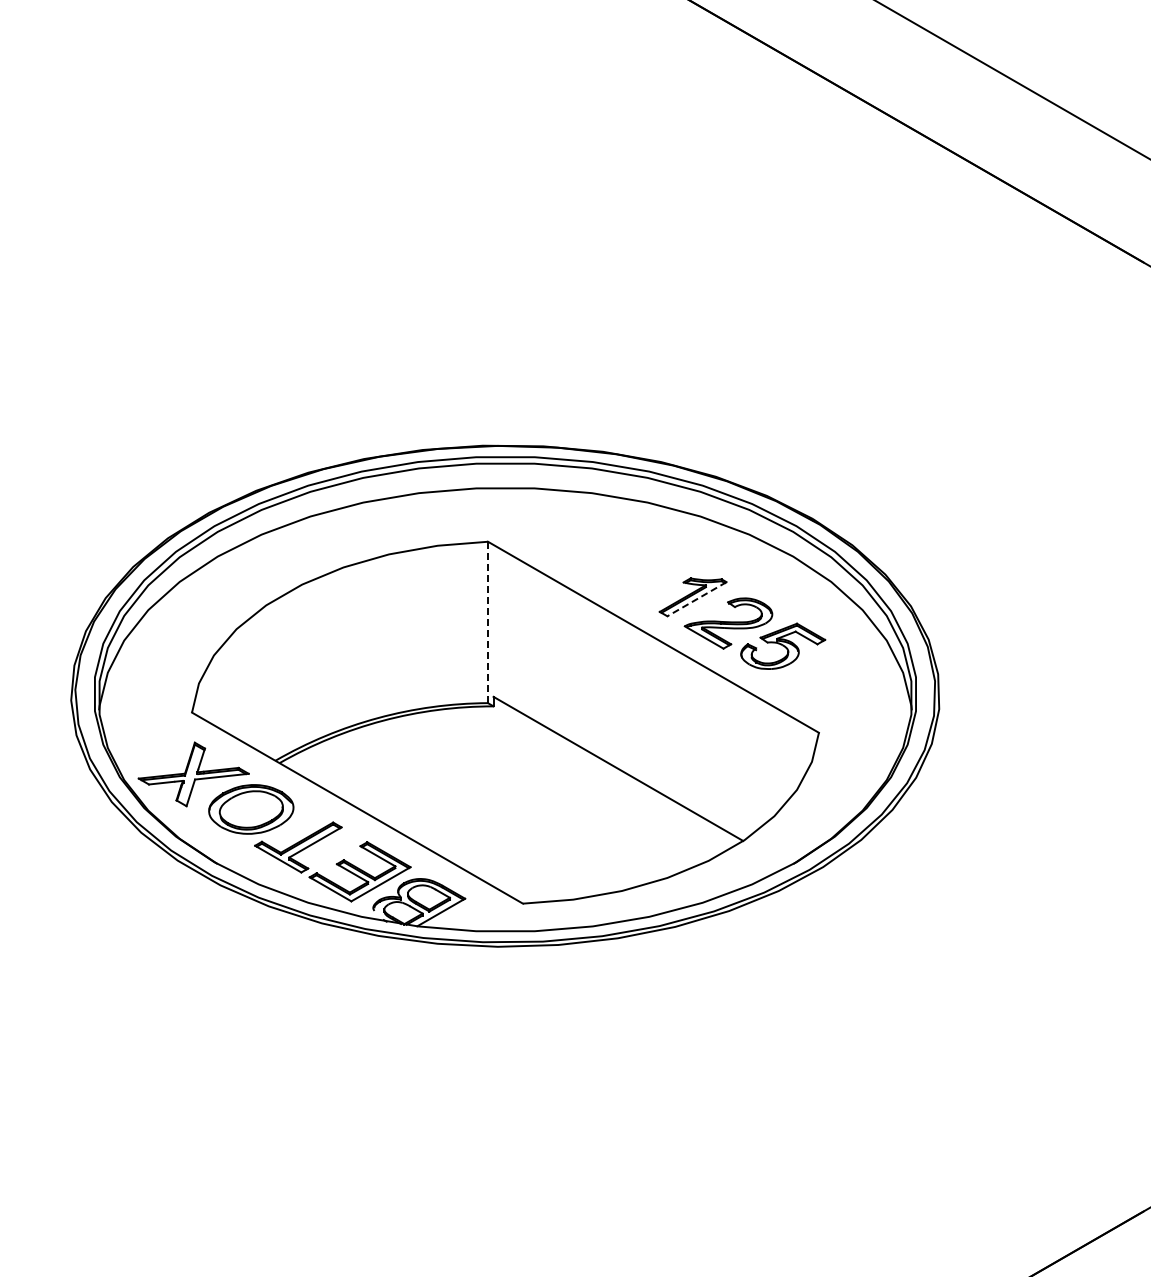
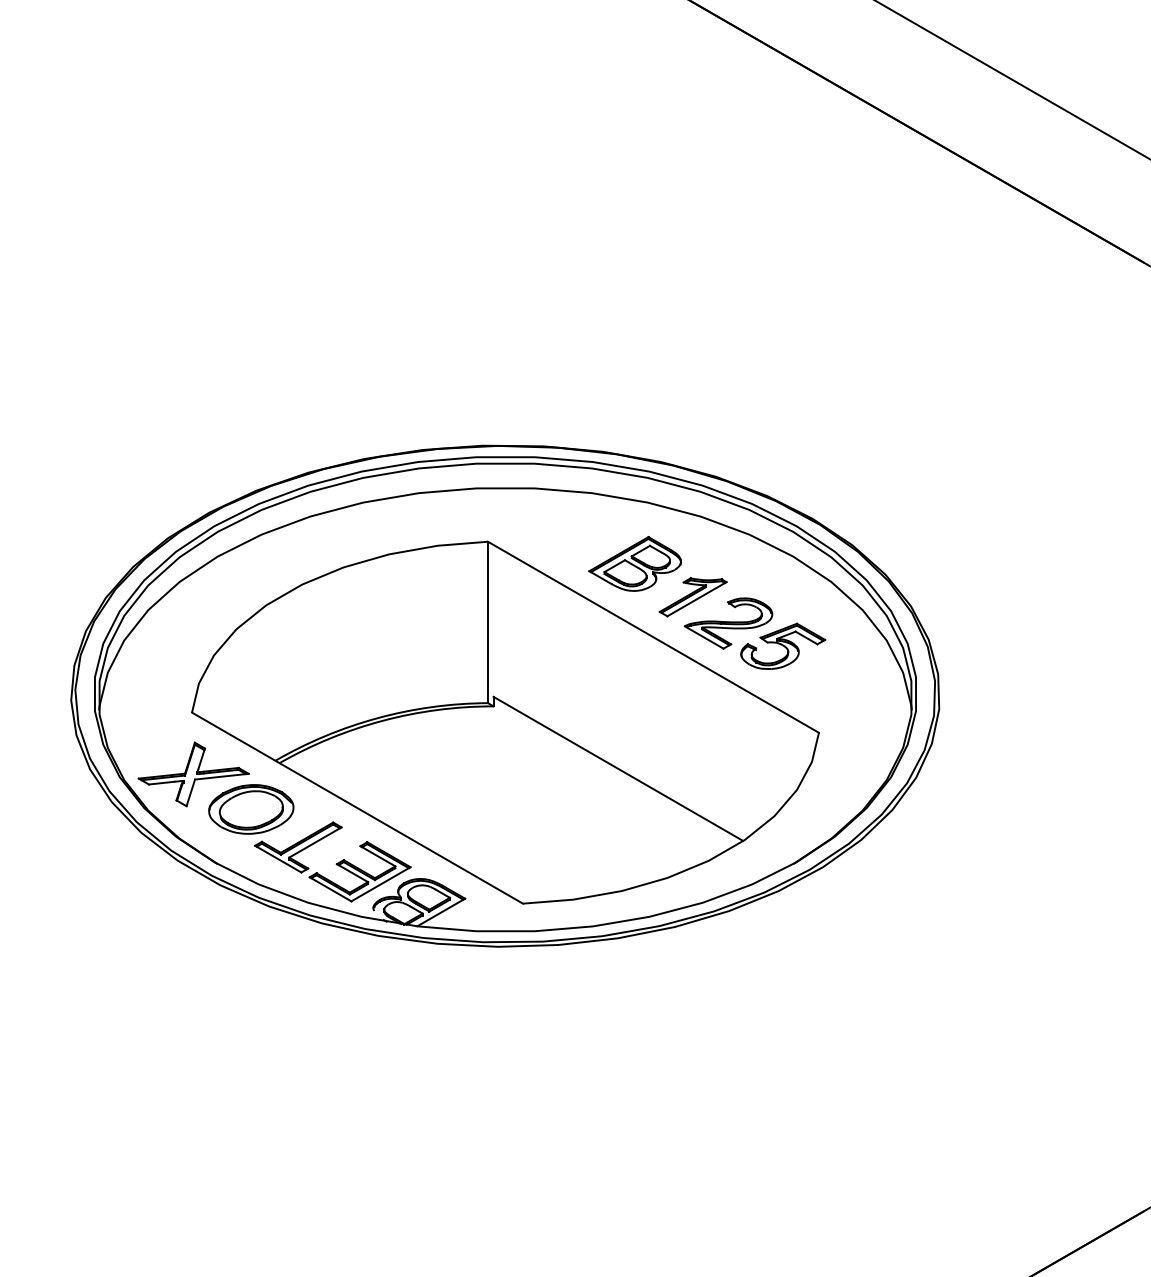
part at (634, 563): none -> present
line at (696, 599): dashed -> solid
line at (488, 622): dashed -> solid
